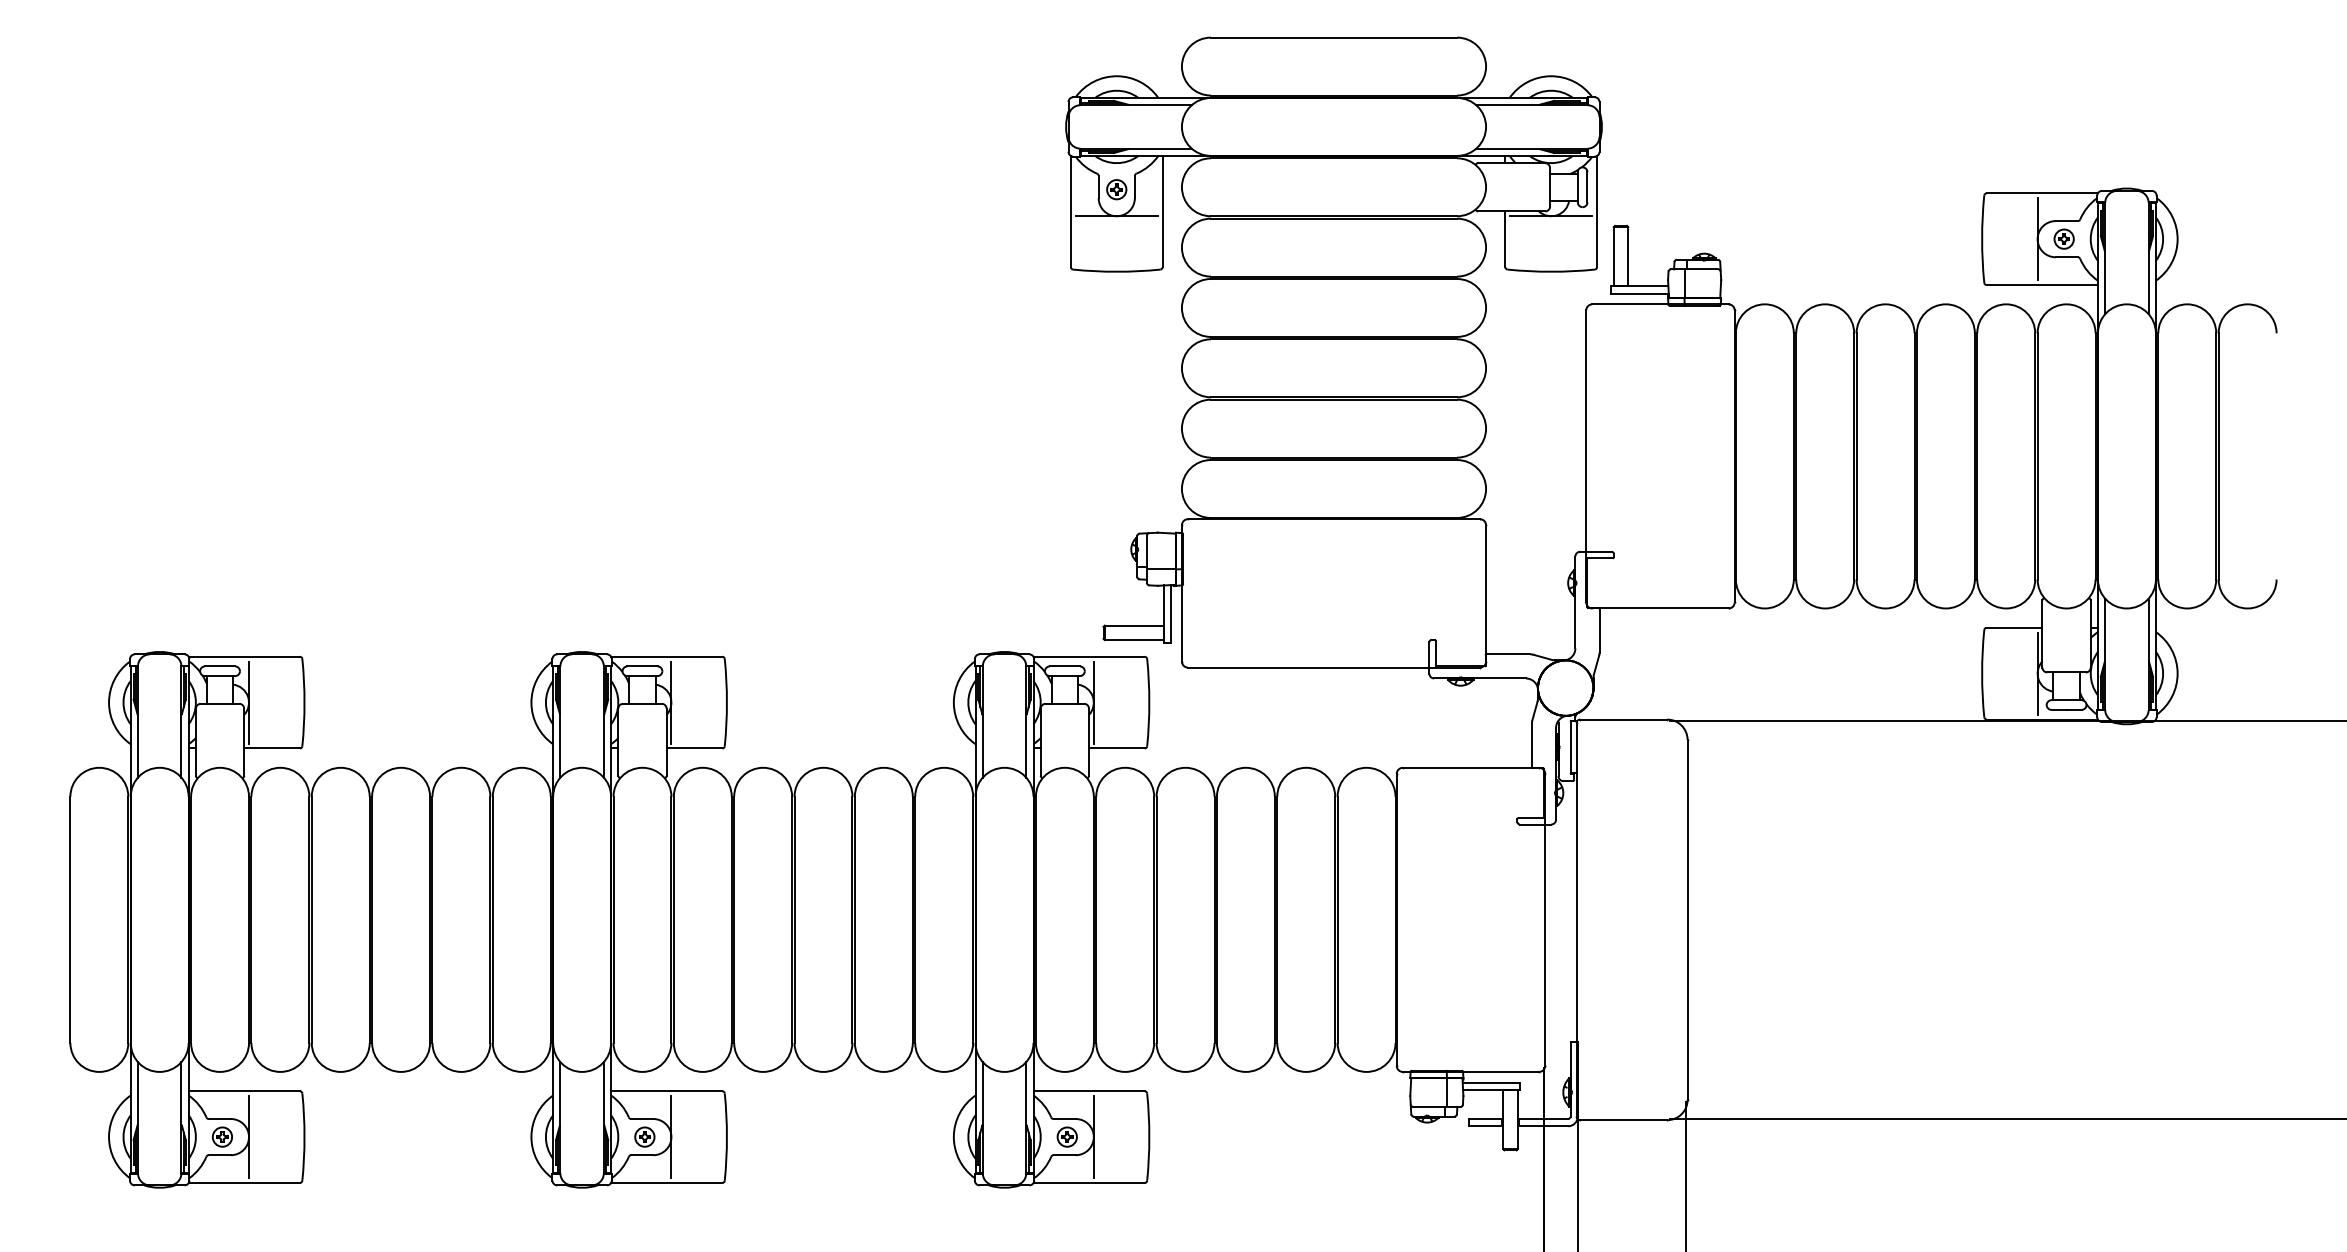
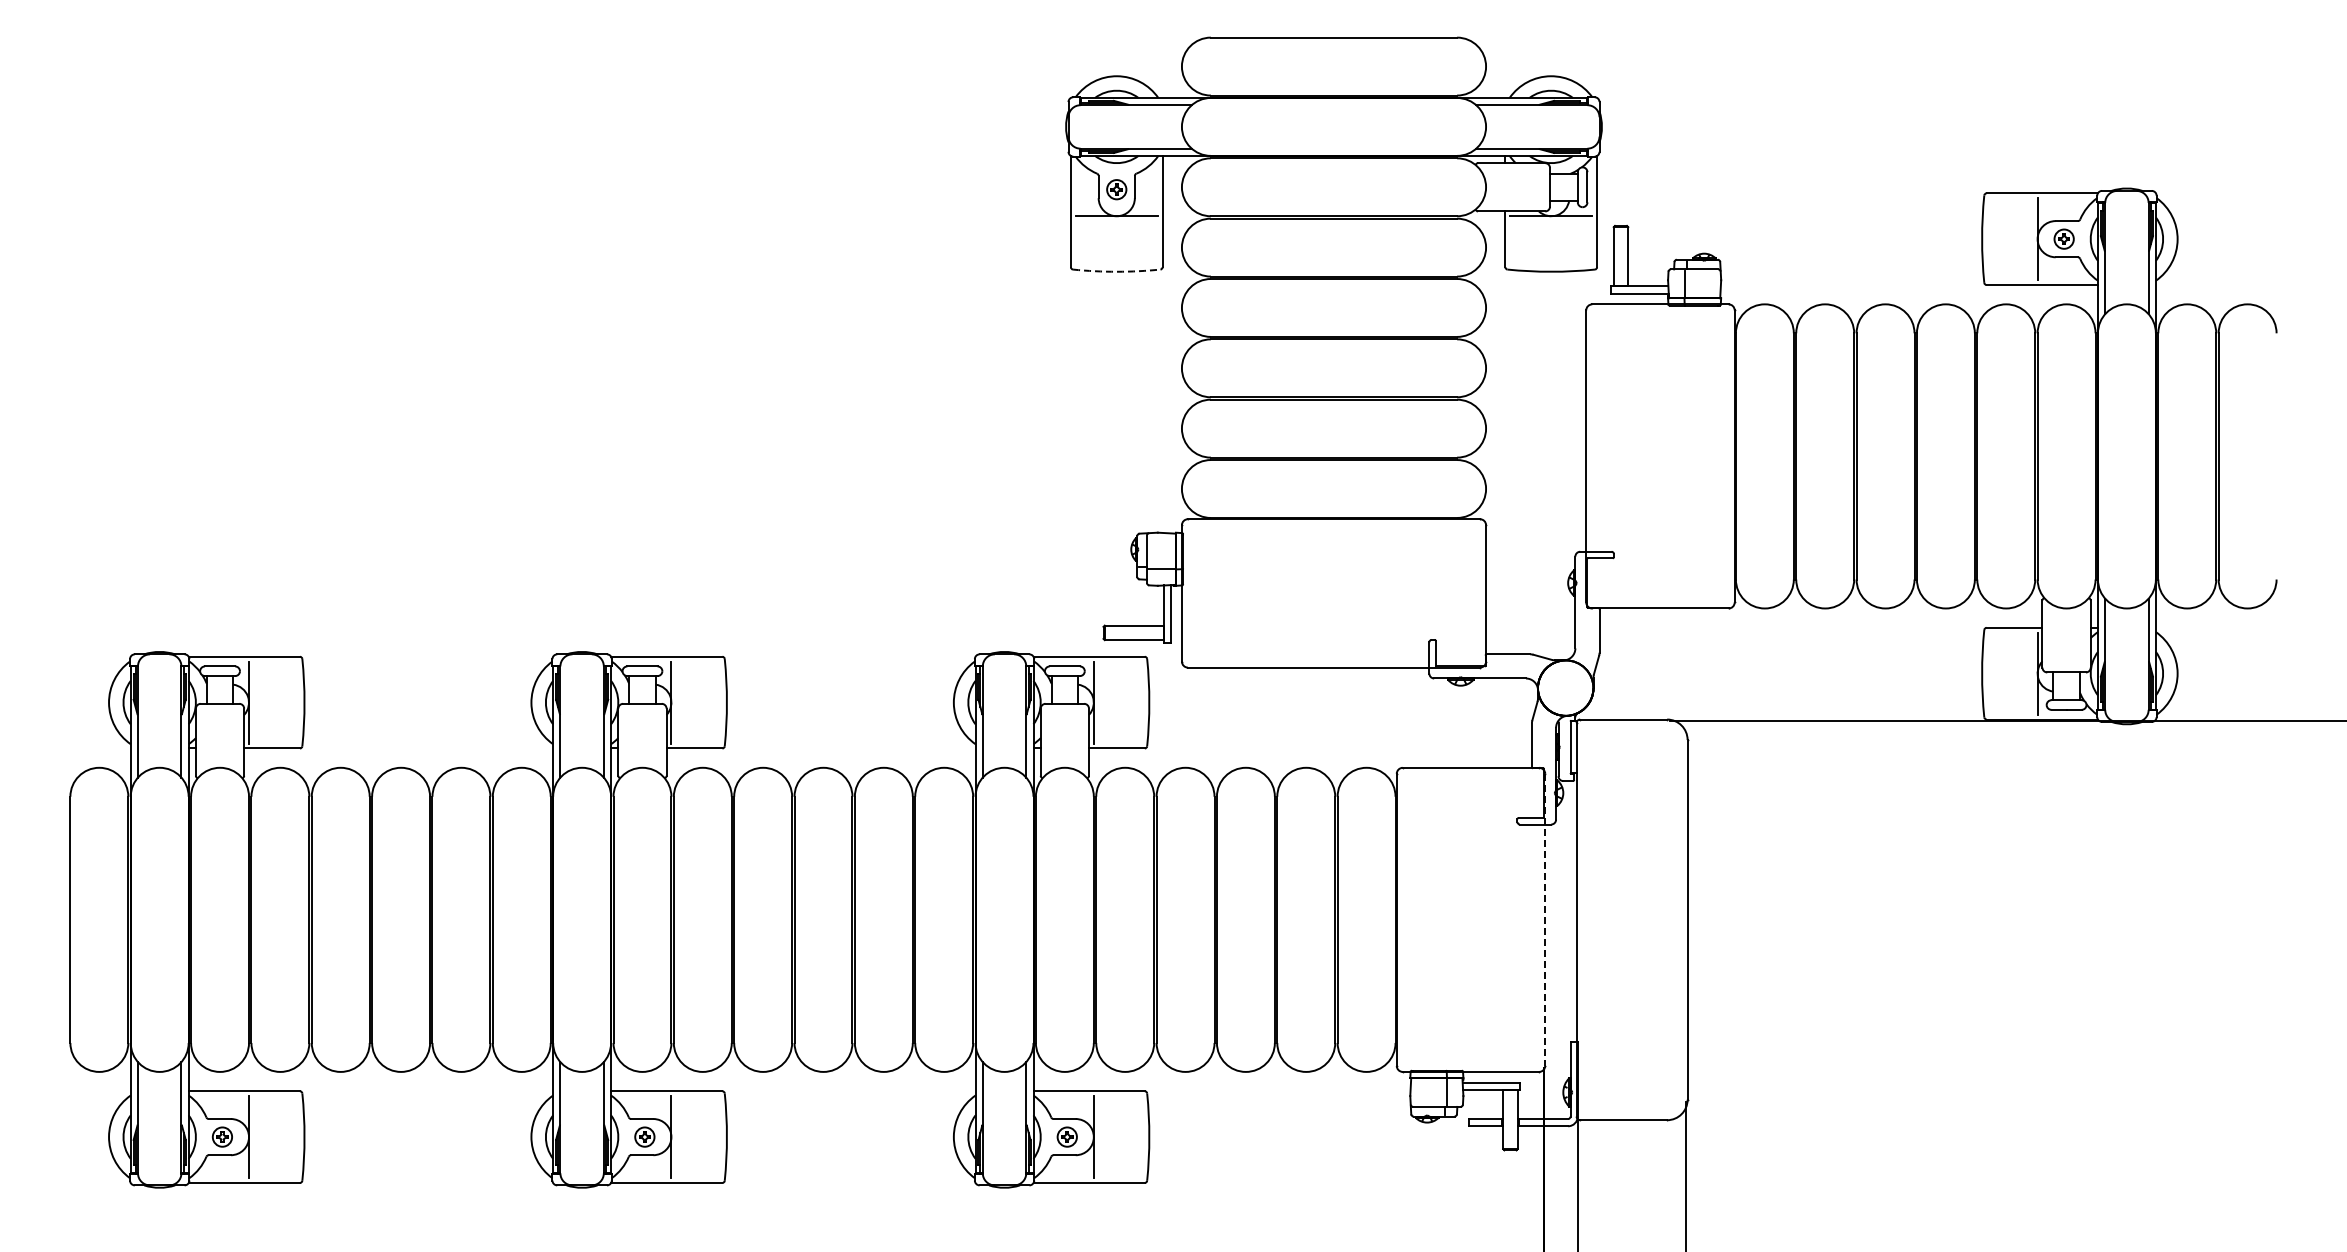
arc at (1116, 271): solid -> dashed
line at (1545, 920): solid -> dashed
line at (2006, 1119): present -> none
